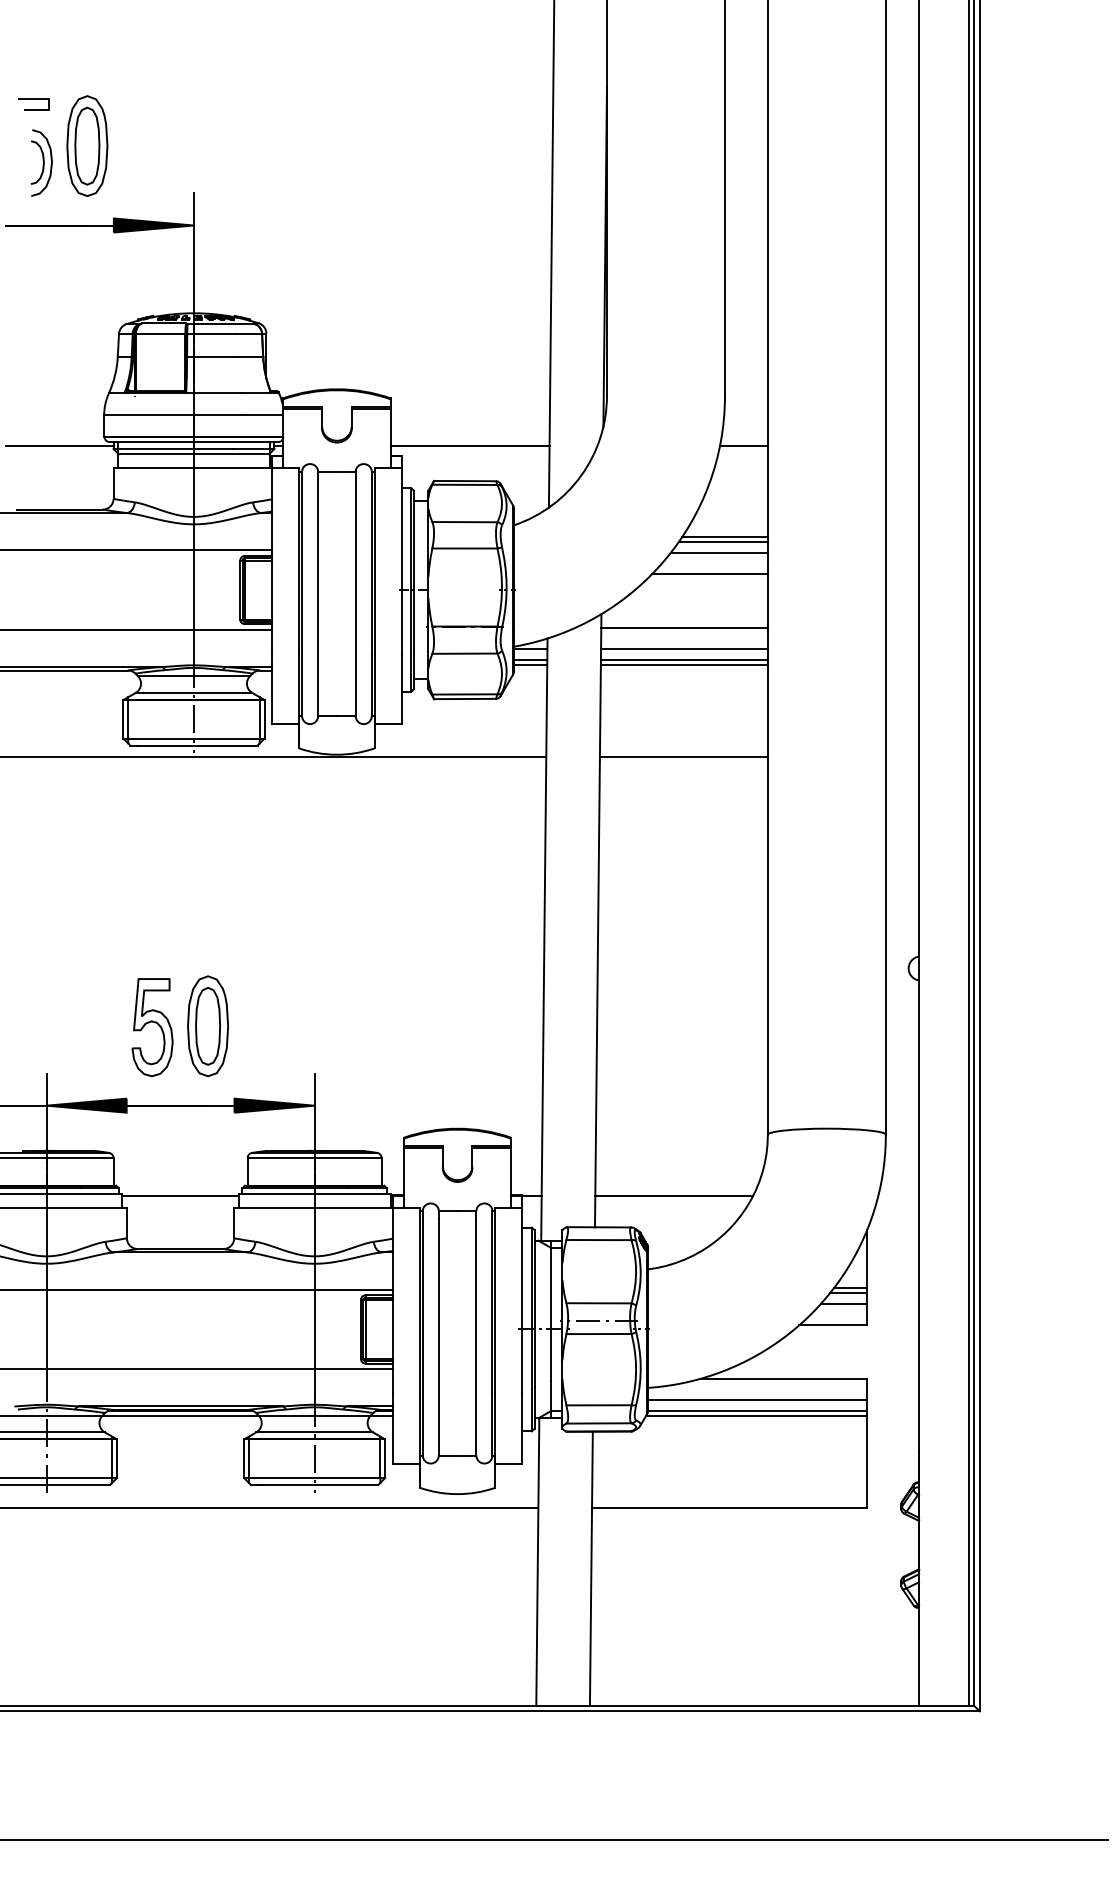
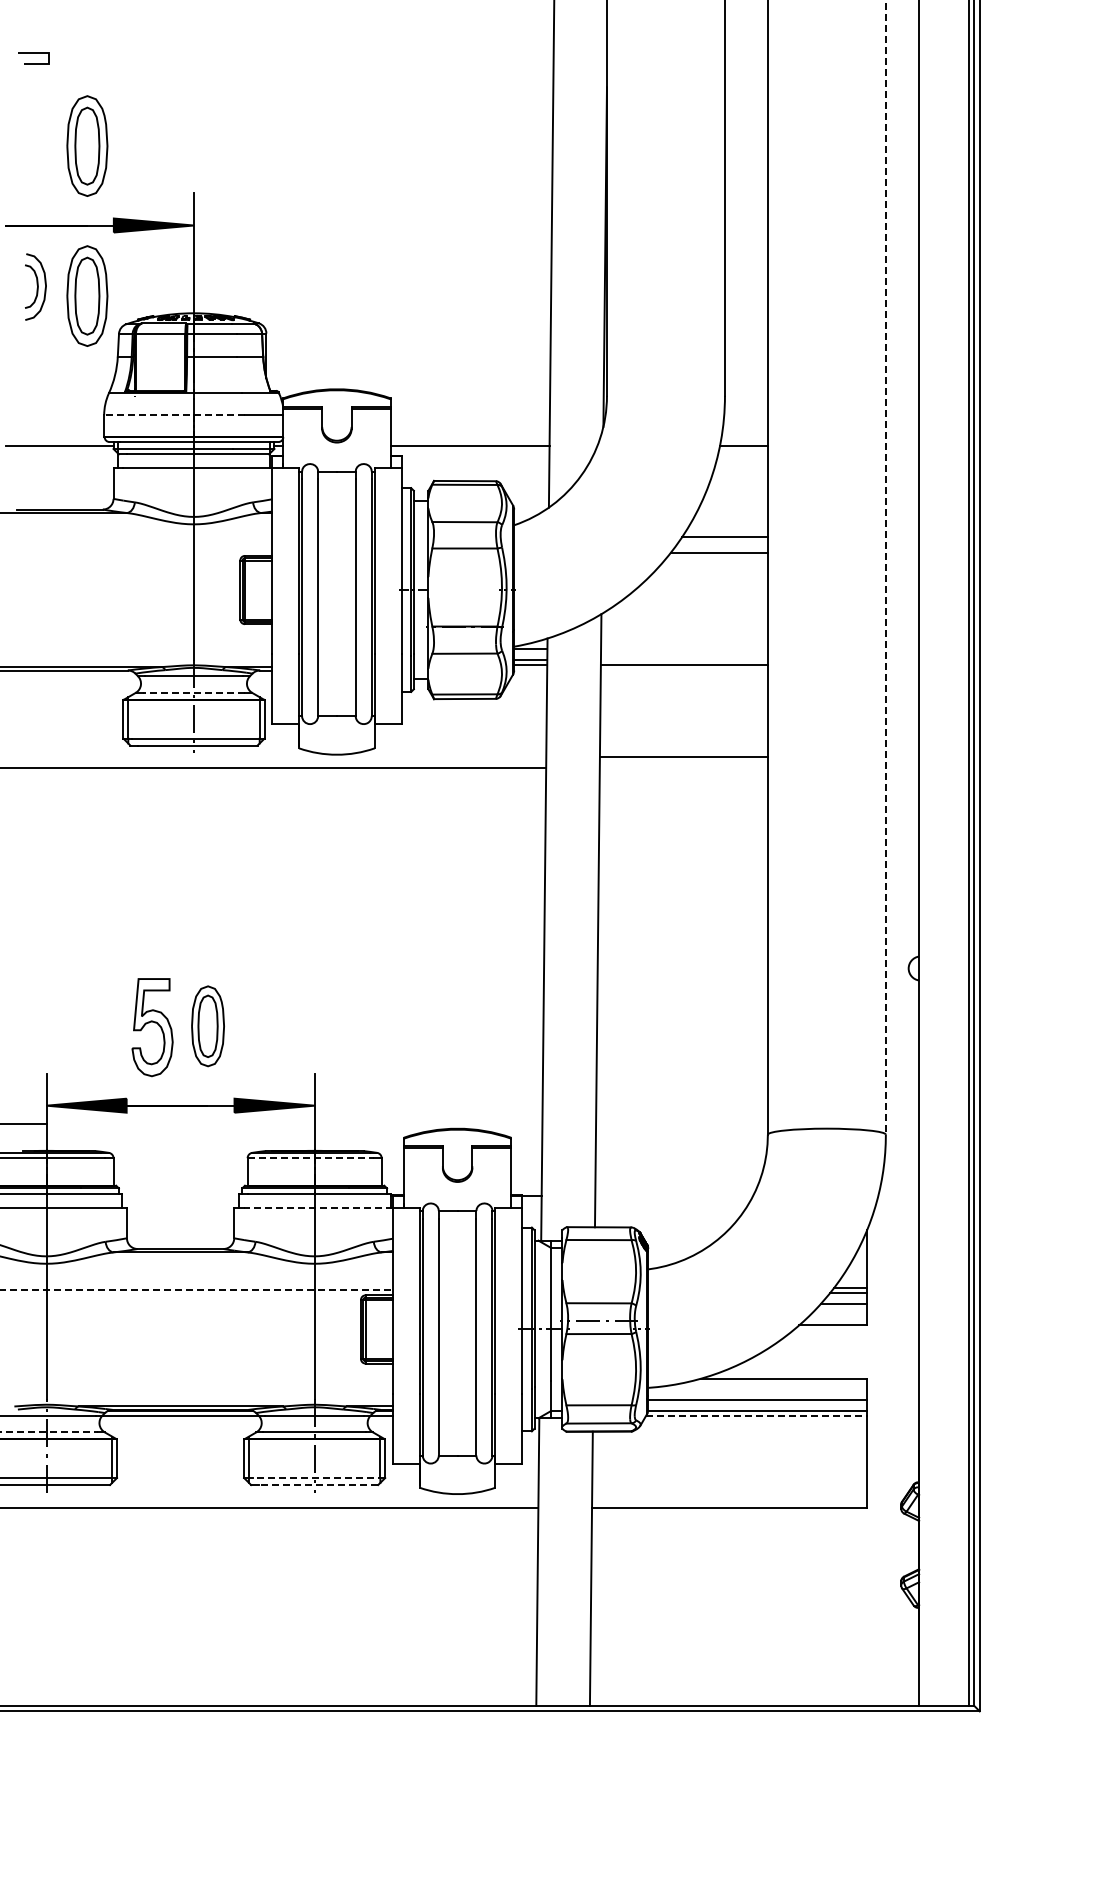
line at (33, 99) position: (33, 99) -> (33, 53)
part at (41, 162) position: (41, 162) -> (35, 286)
part at (87, 295): none -> present
line at (174, 415): solid -> dashed
line at (722, 542): present -> none
line at (137, 550): present -> none
line at (885, 567): solid -> dashed
line at (709, 574): present -> none
line at (684, 627): present -> none
line at (137, 629): present -> none
line at (684, 649): present -> none
line at (683, 660): present -> none
line at (193, 692): solid -> dashed
line at (274, 756) position: (274, 756) -> (274, 767)
part at (207, 1026) size: 42x103 px -> 34x83 px
line at (24, 1105) position: (24, 1105) -> (24, 1123)
line at (310, 1158): solid -> dashed
line at (180, 1196): present -> none
line at (673, 1196): present -> none
line at (318, 1207): solid -> dashed
line at (197, 1289): solid -> dashed
line at (197, 1369): present -> none
line at (756, 1416): solid -> dashed
line at (48, 1432): solid -> dashed
line at (318, 1478): solid -> dashed
line at (318, 1485): solid -> dashed
line at (555, 1840): present -> none
